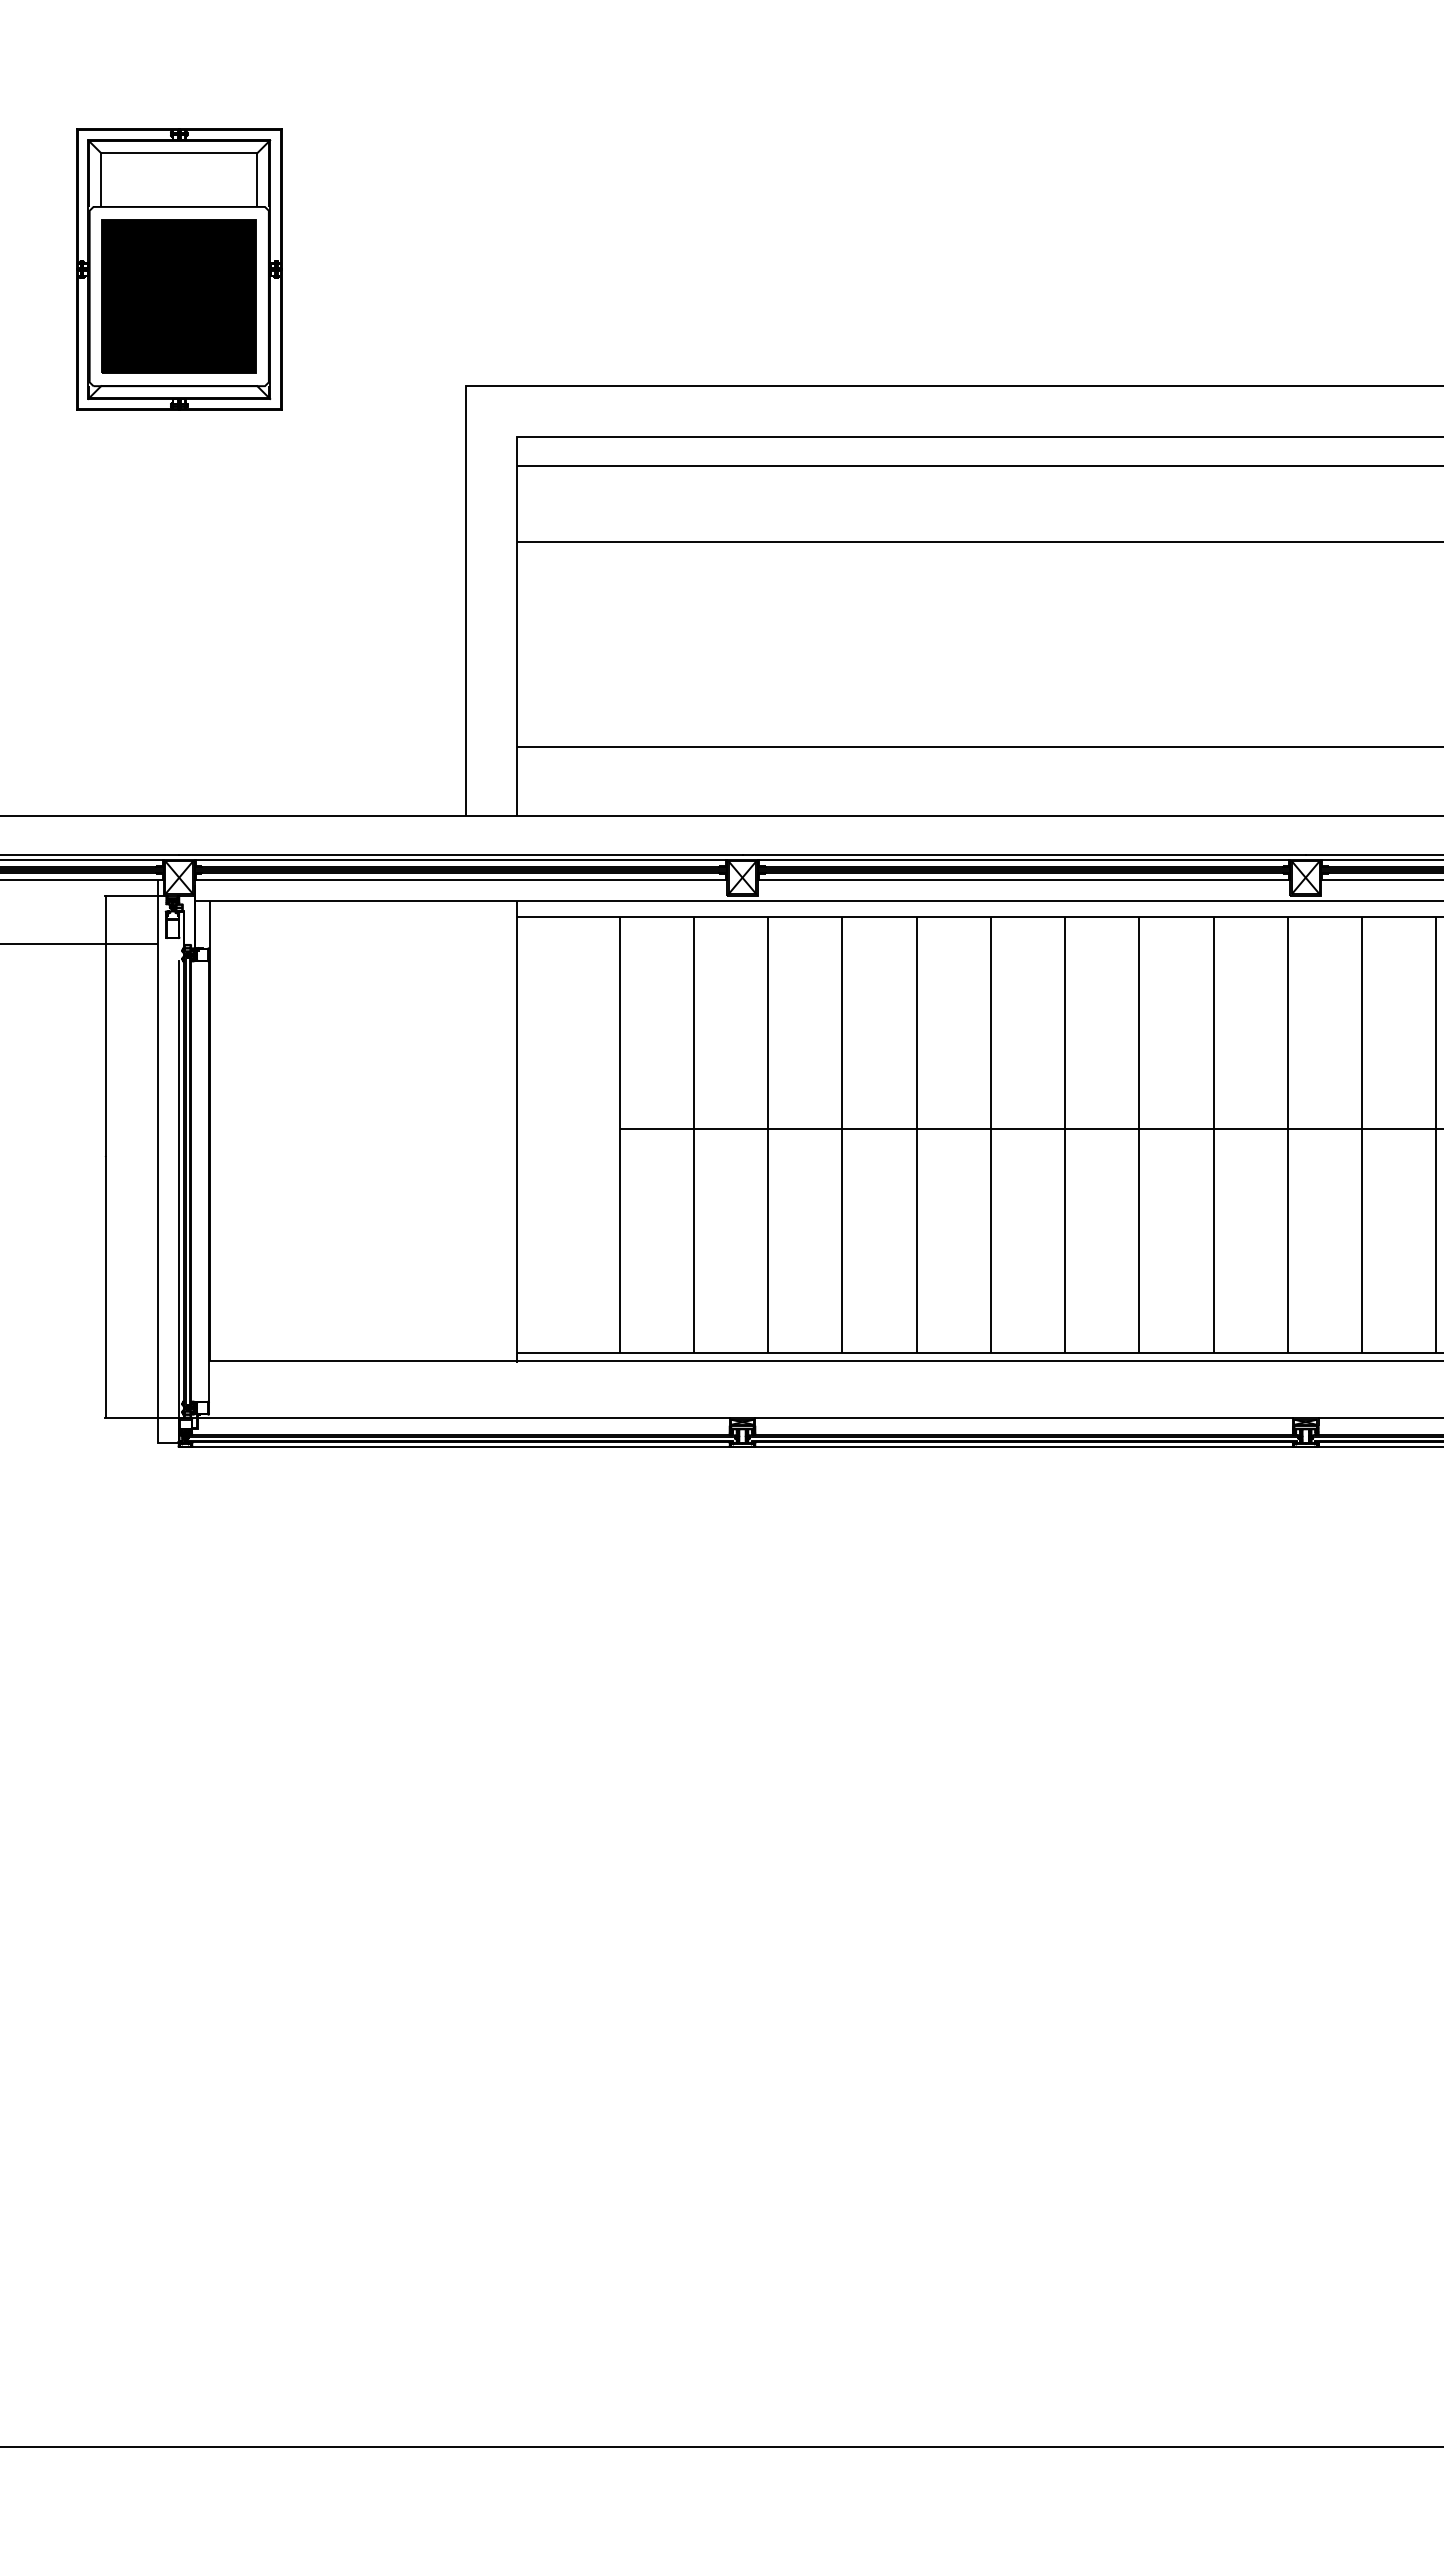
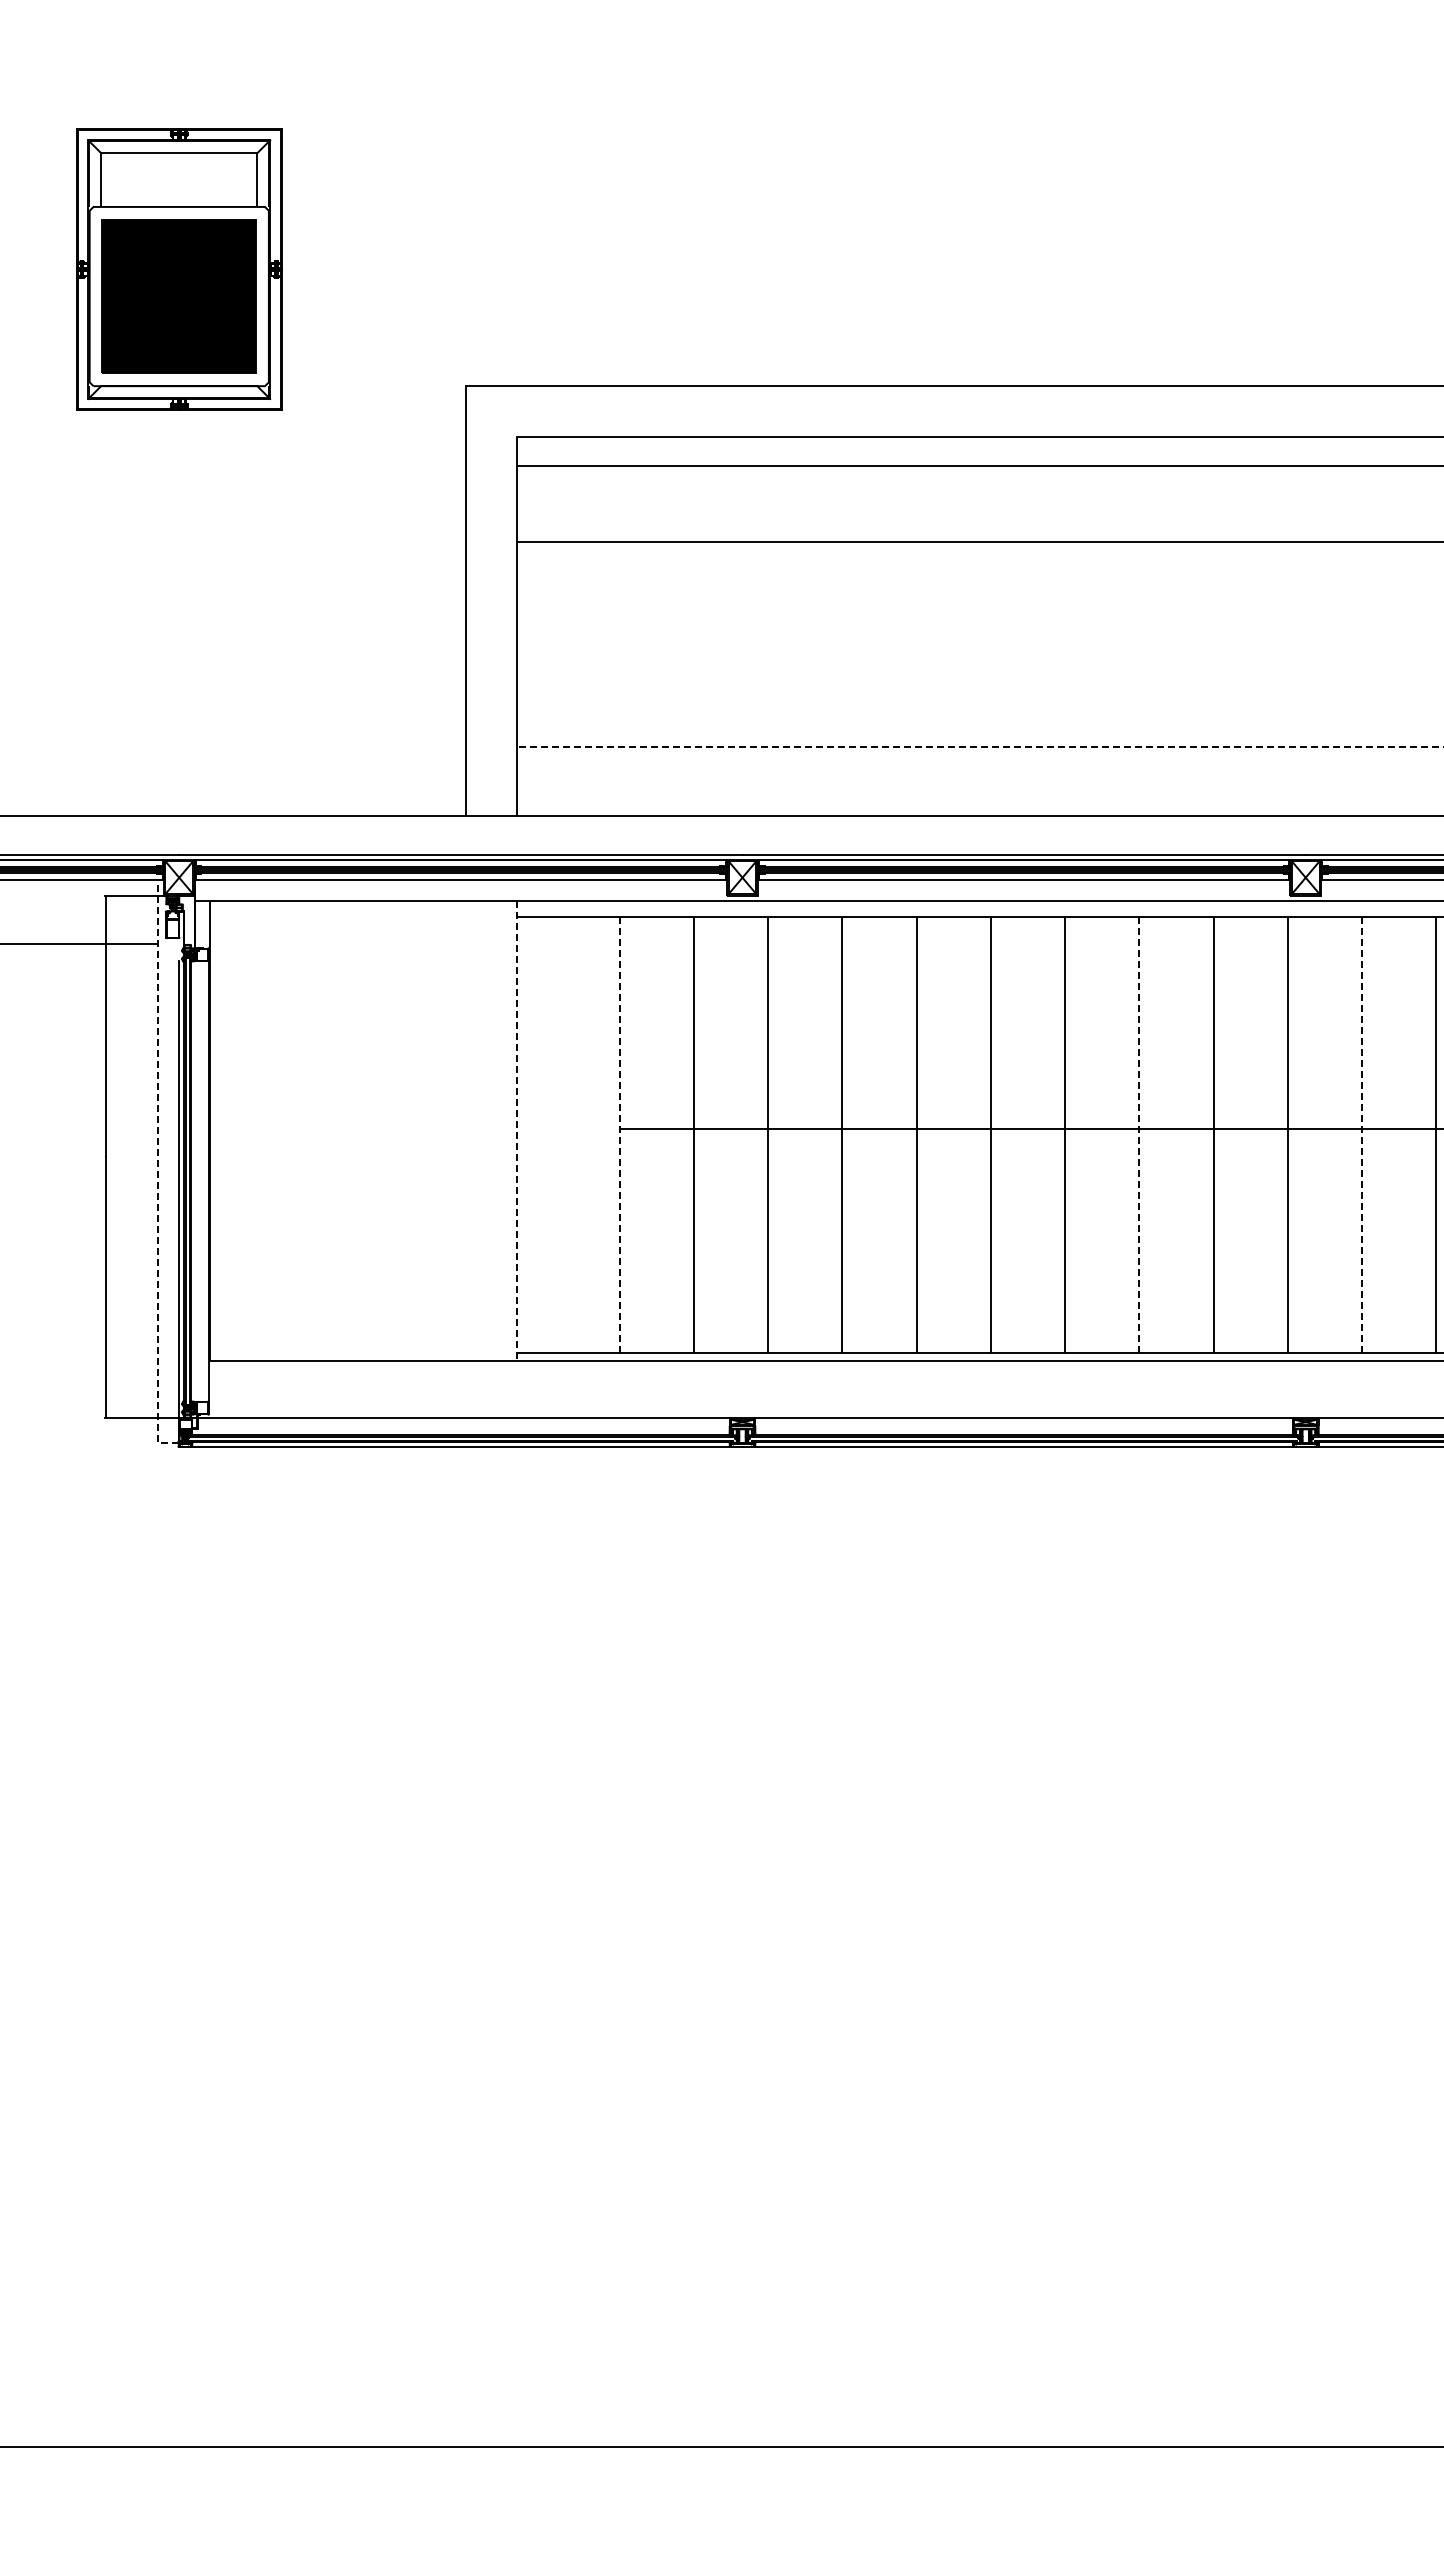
line at (979, 747): solid -> dashed
line at (517, 1132): solid -> dashed
line at (619, 1135): solid -> dashed
line at (1139, 1135): solid -> dashed
line at (1362, 1135): solid -> dashed
line at (157, 1172): solid -> dashed
